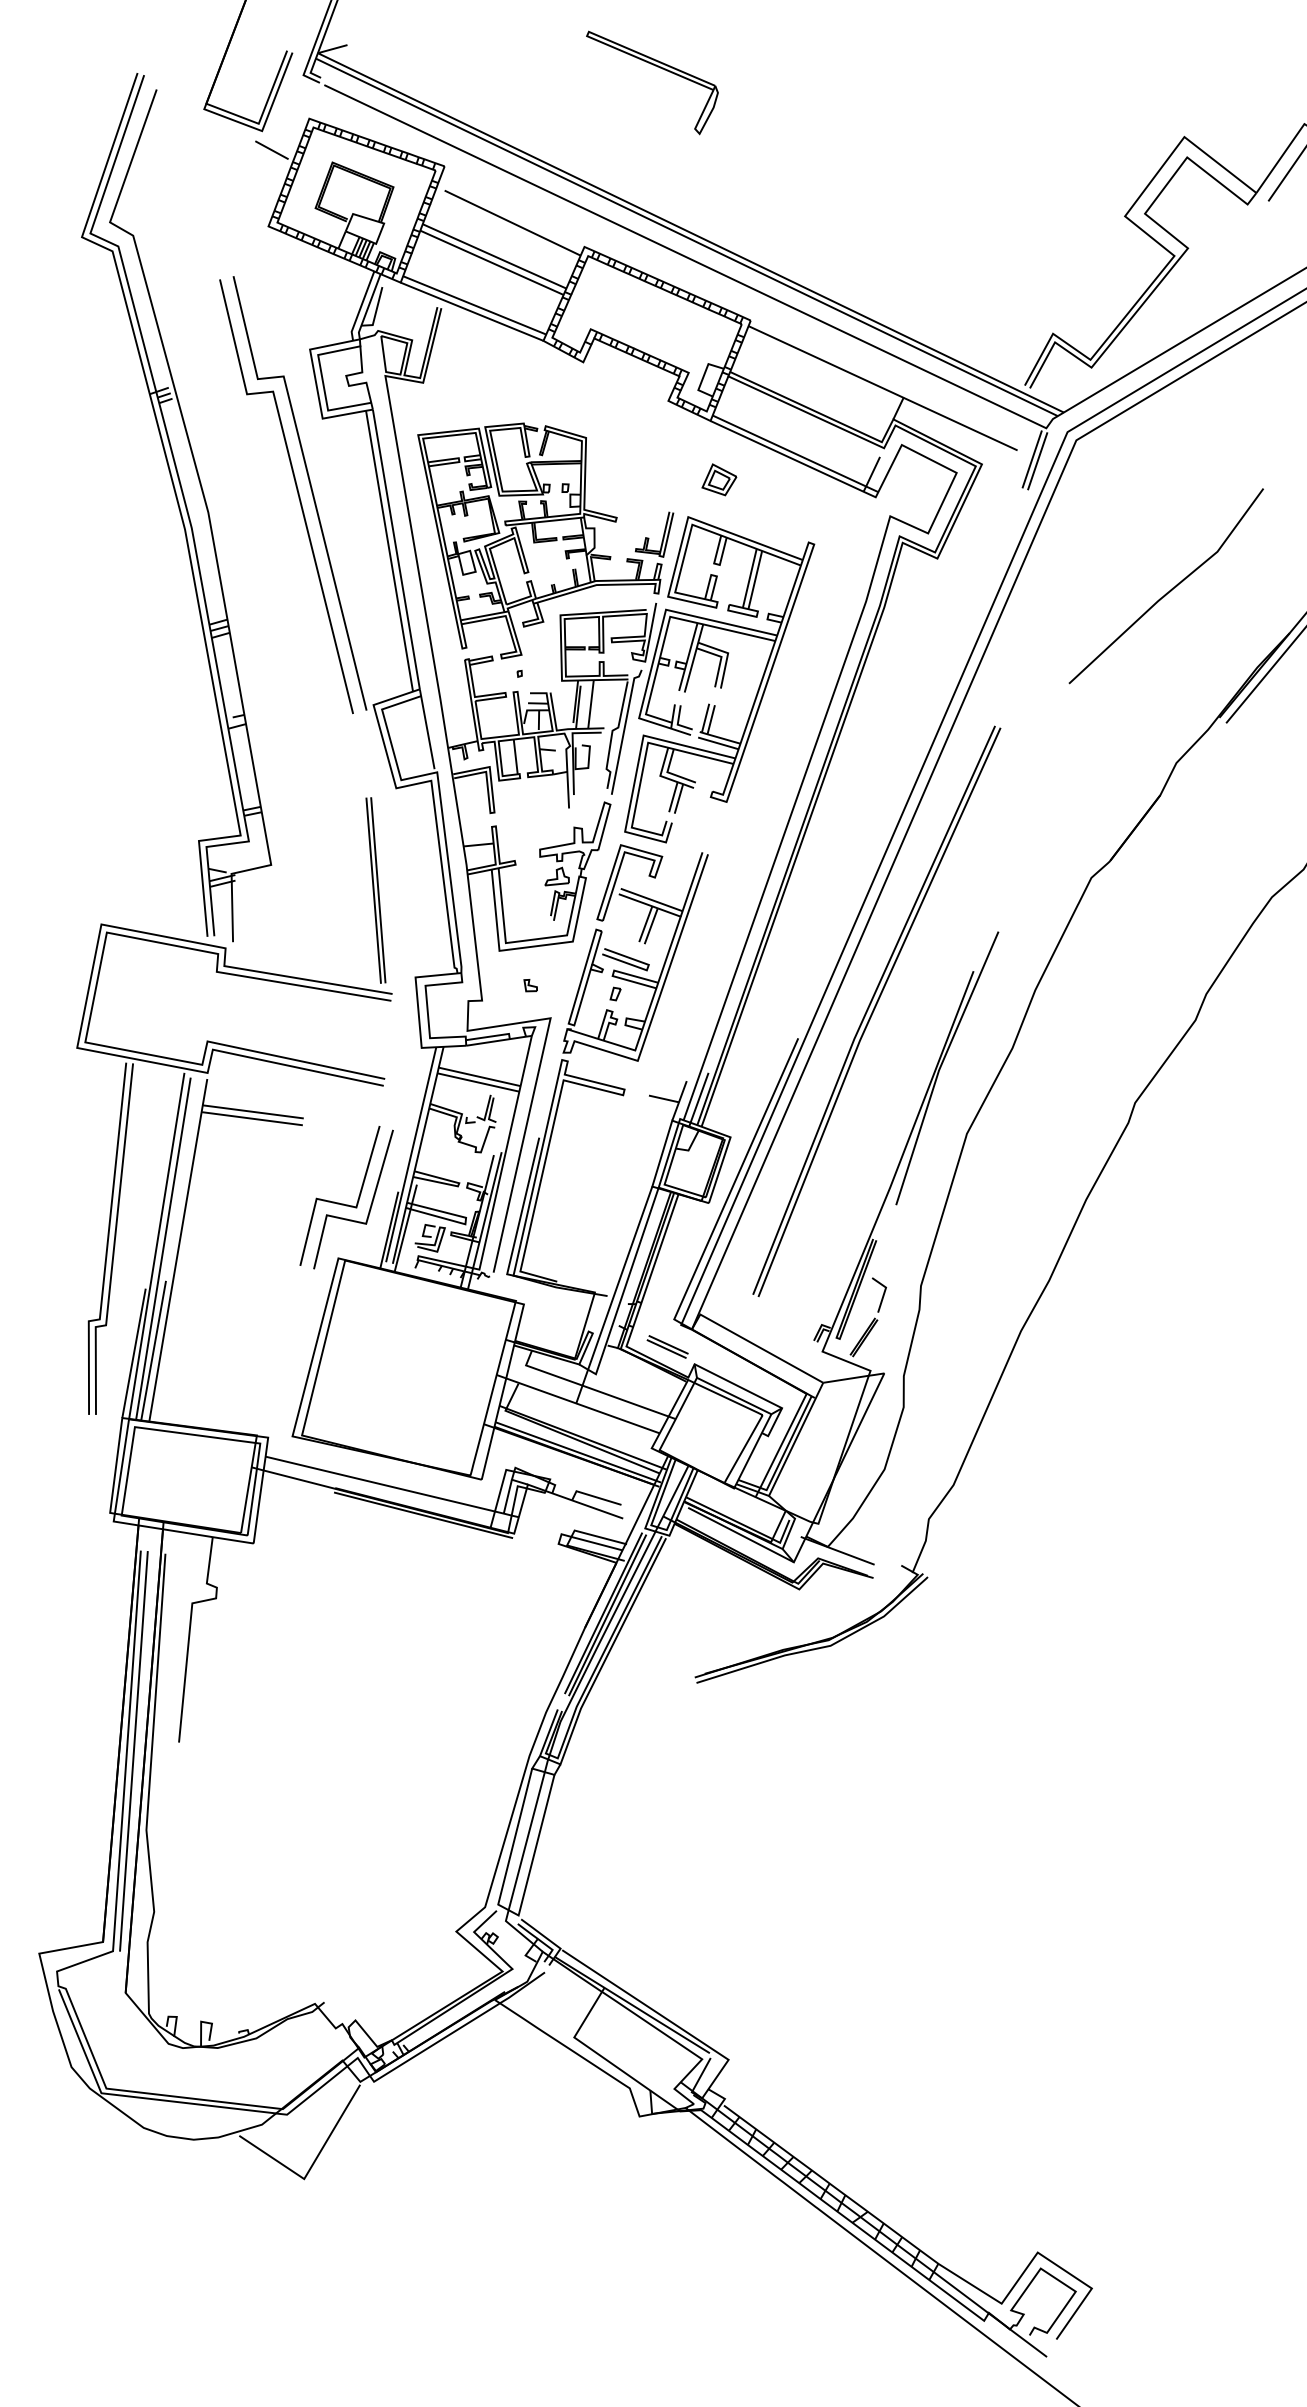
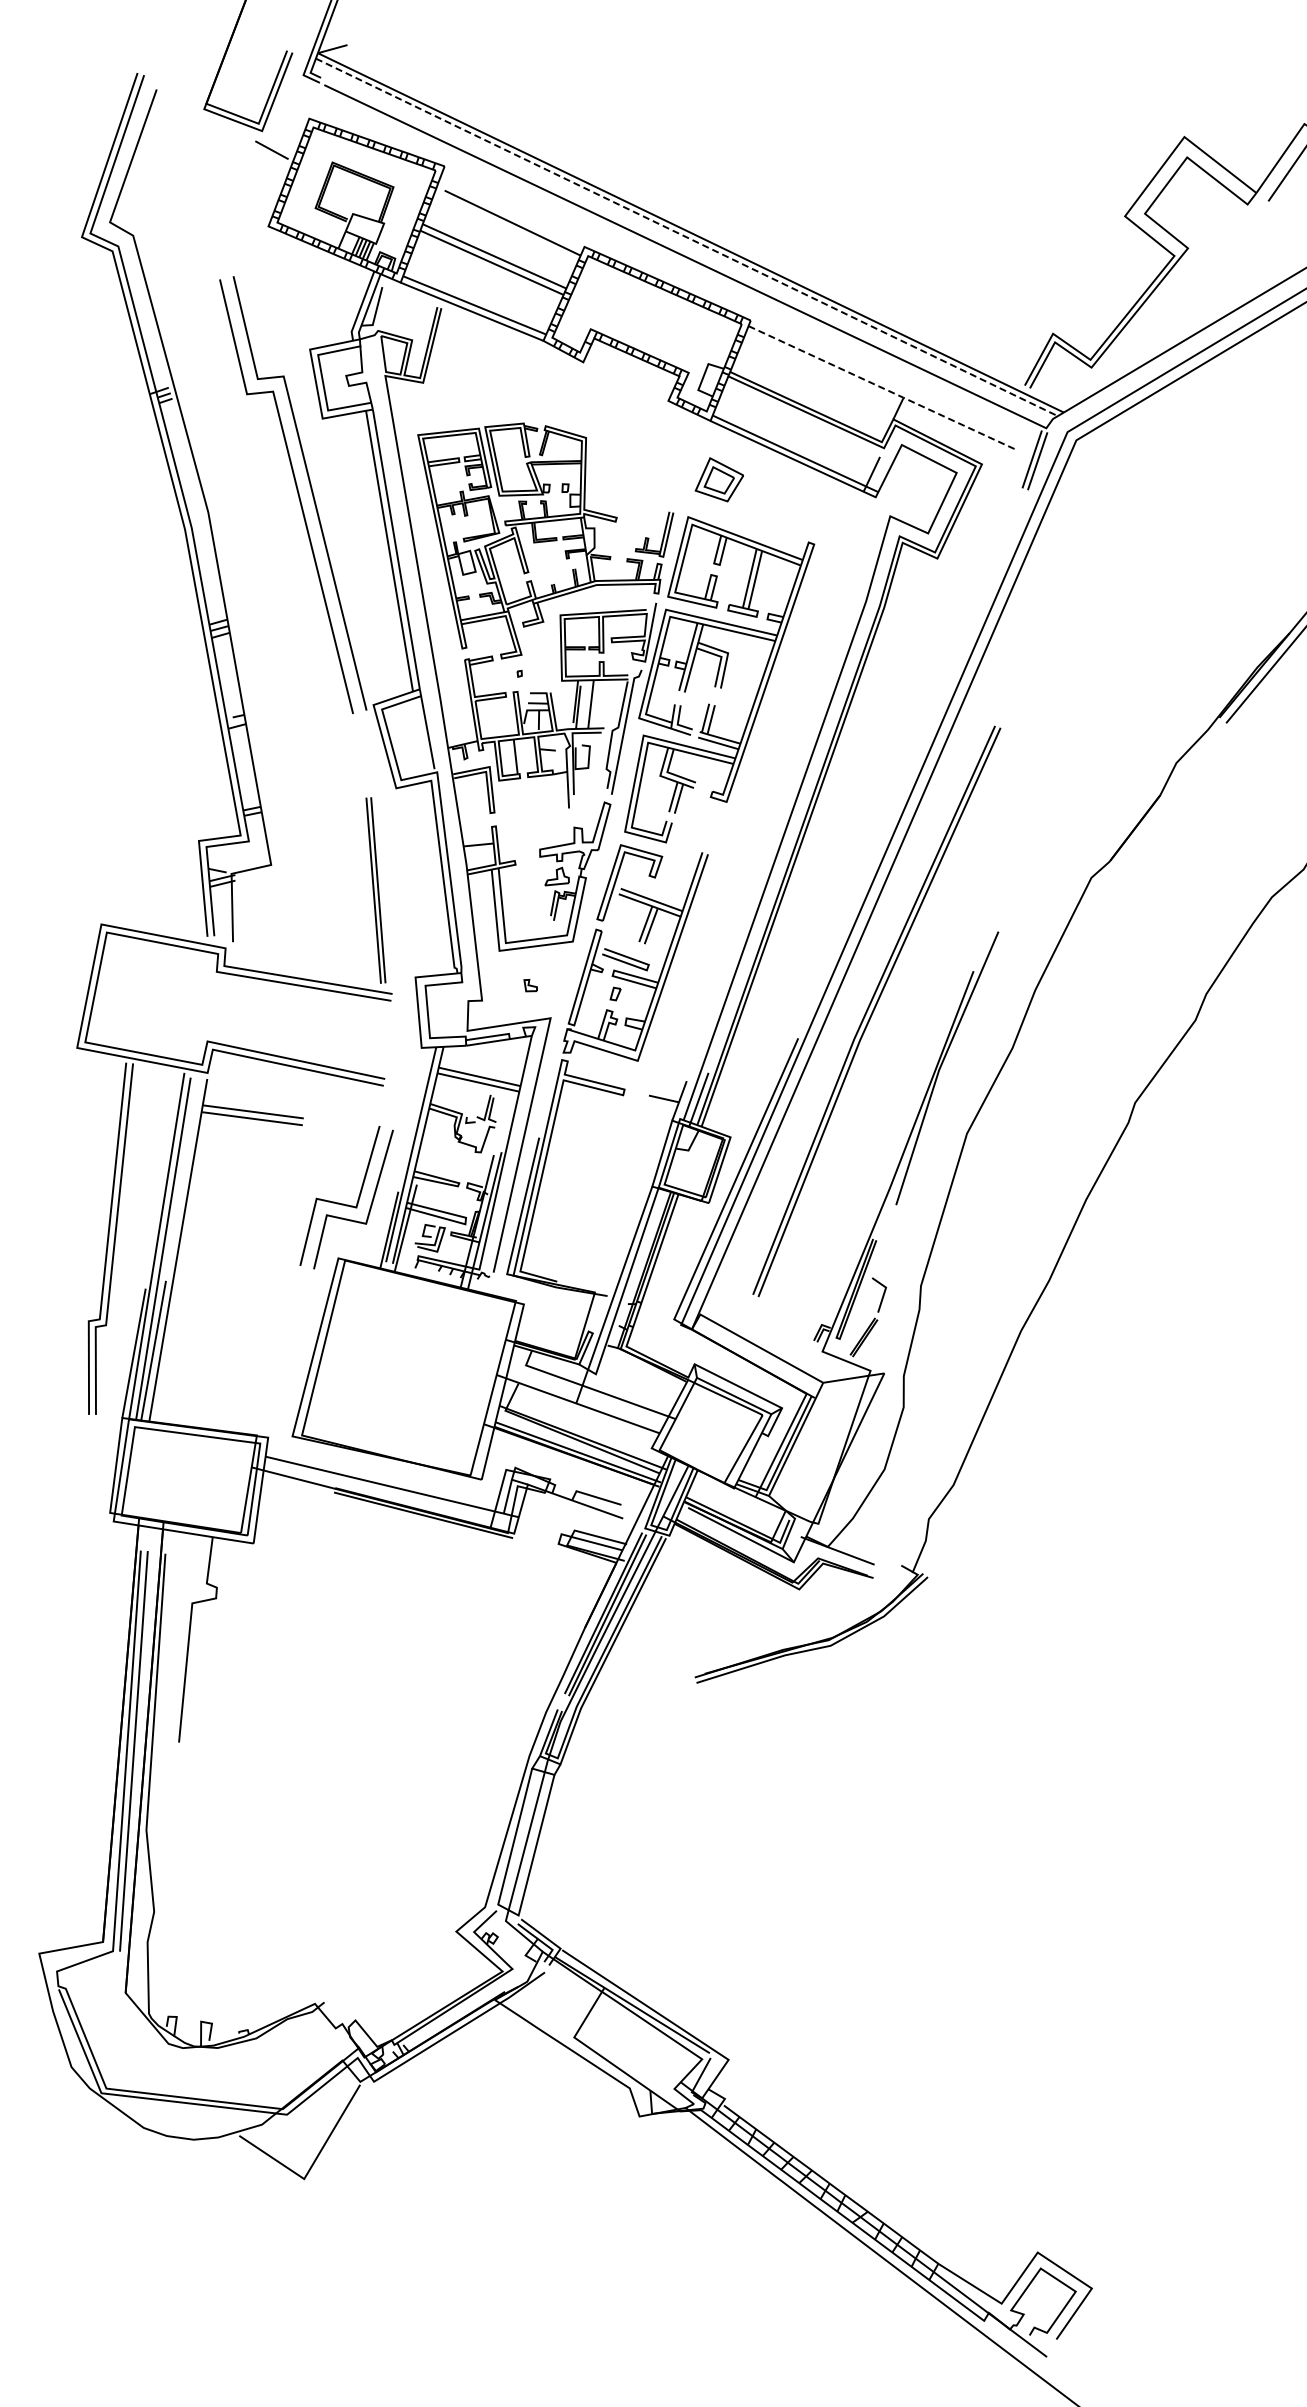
part at (657, 67): present -> none
line at (687, 237): solid -> dashed
line at (883, 388): solid -> dashed
part at (719, 479) size: 37x34 px -> 50x46 px
line at (1169, 590): present -> none
part at (667, 1346): present -> none
